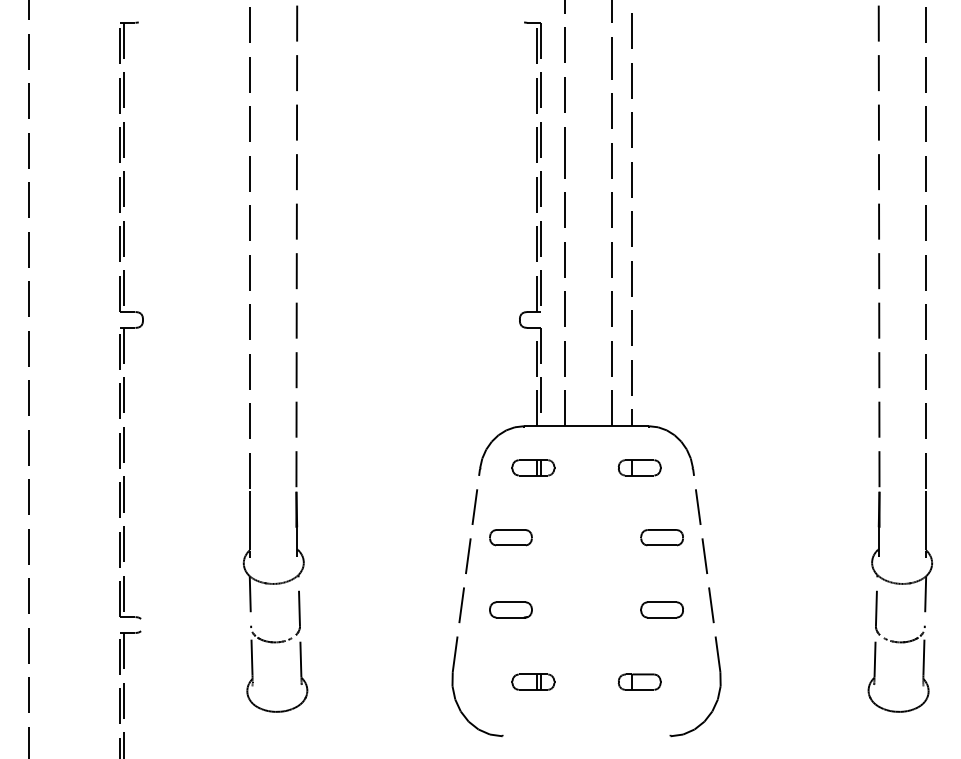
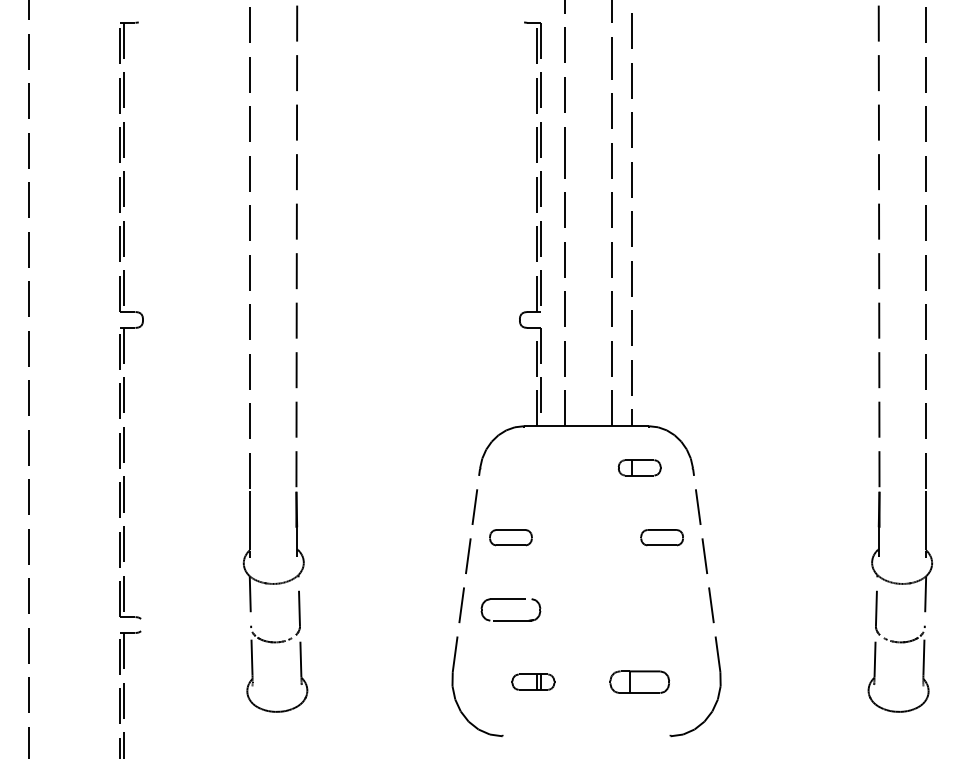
part at (533, 467): present -> none
part at (510, 609) size: 44x18 px -> 62x24 px
part at (661, 609): present -> none
part at (639, 681) size: 45x18 px -> 61x24 px
